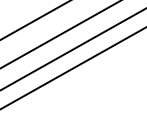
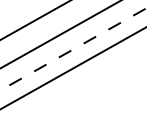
line at (73, 49): solid -> dashed
